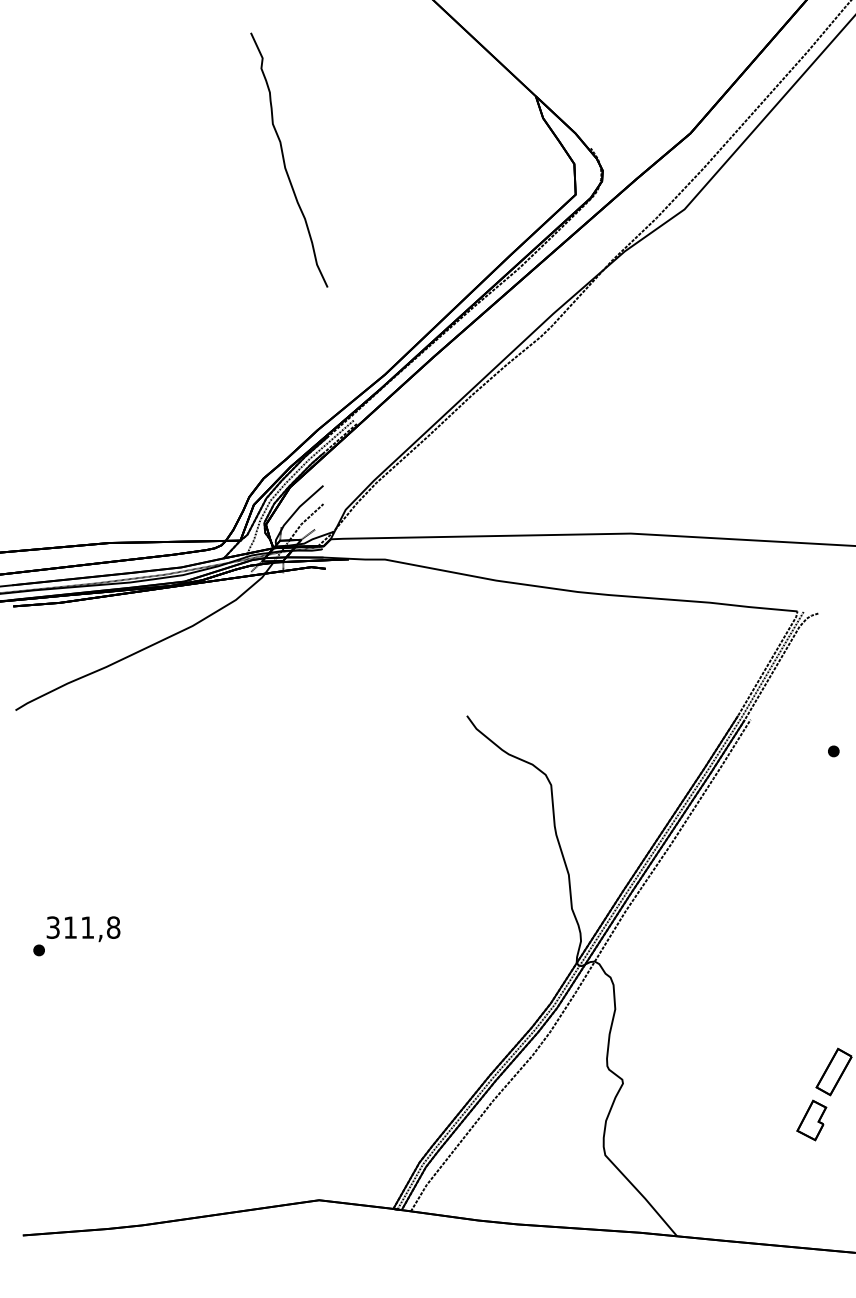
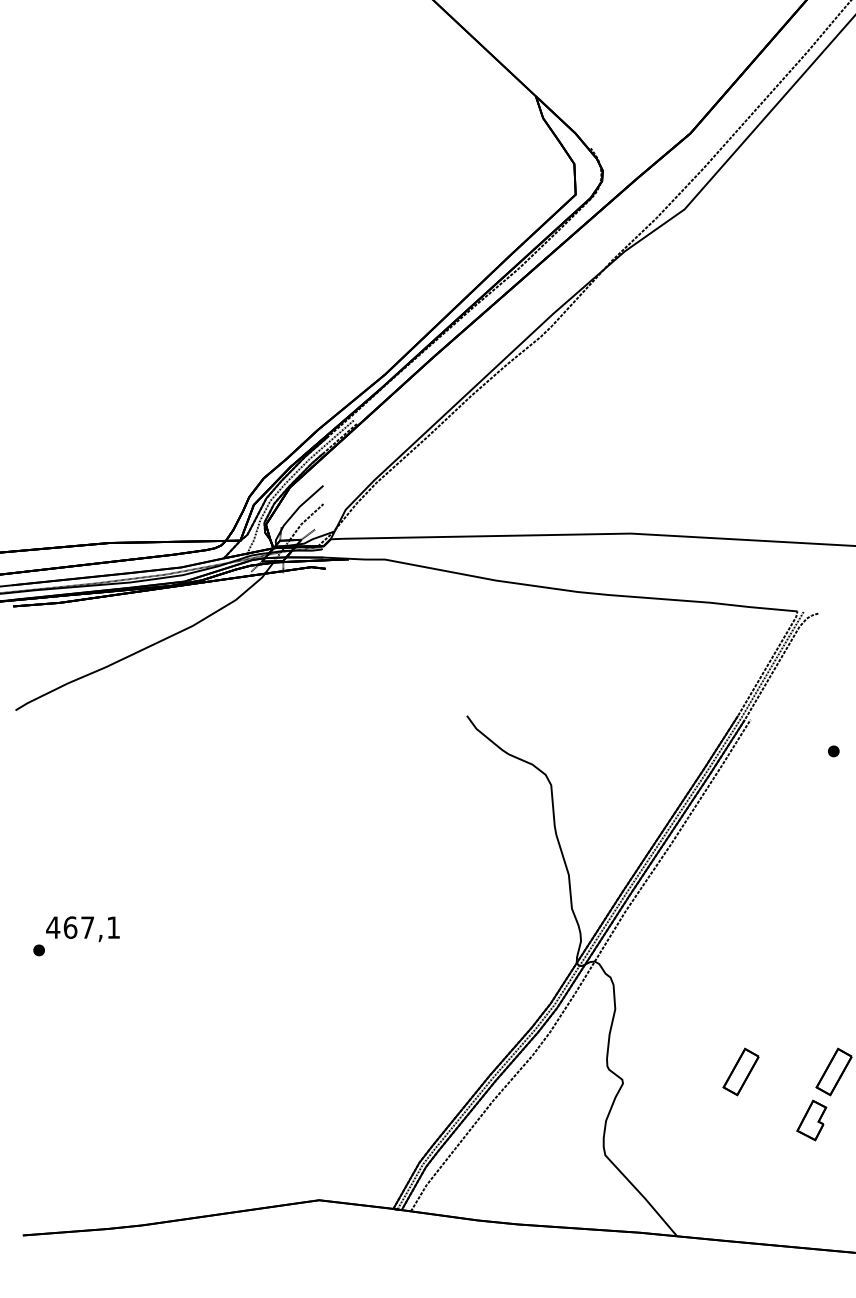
curve at (284, 159): present -> none
text at (83, 927): 311,8 -> 467,1
part at (740, 1071): none -> present
